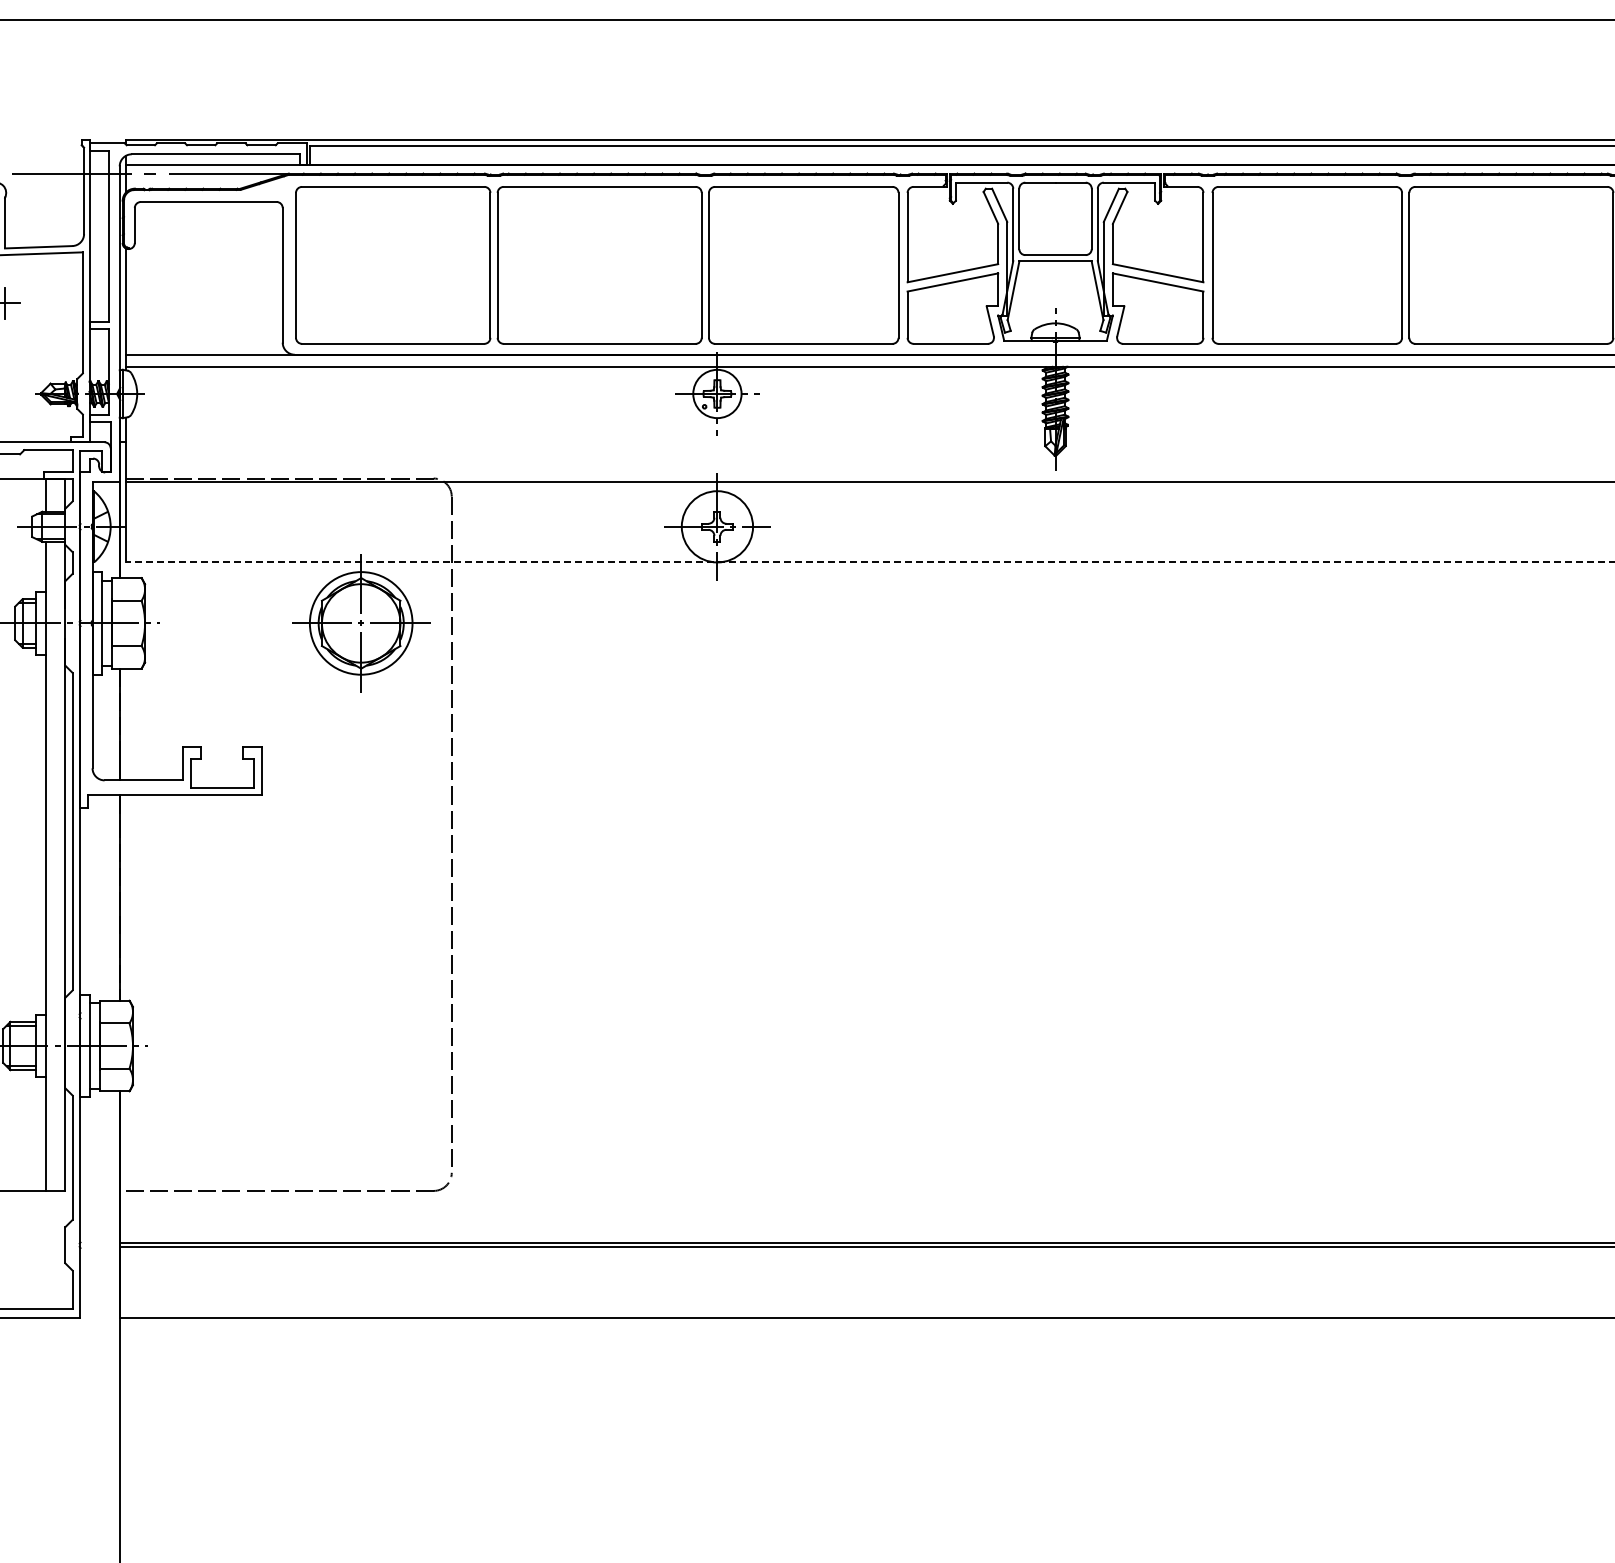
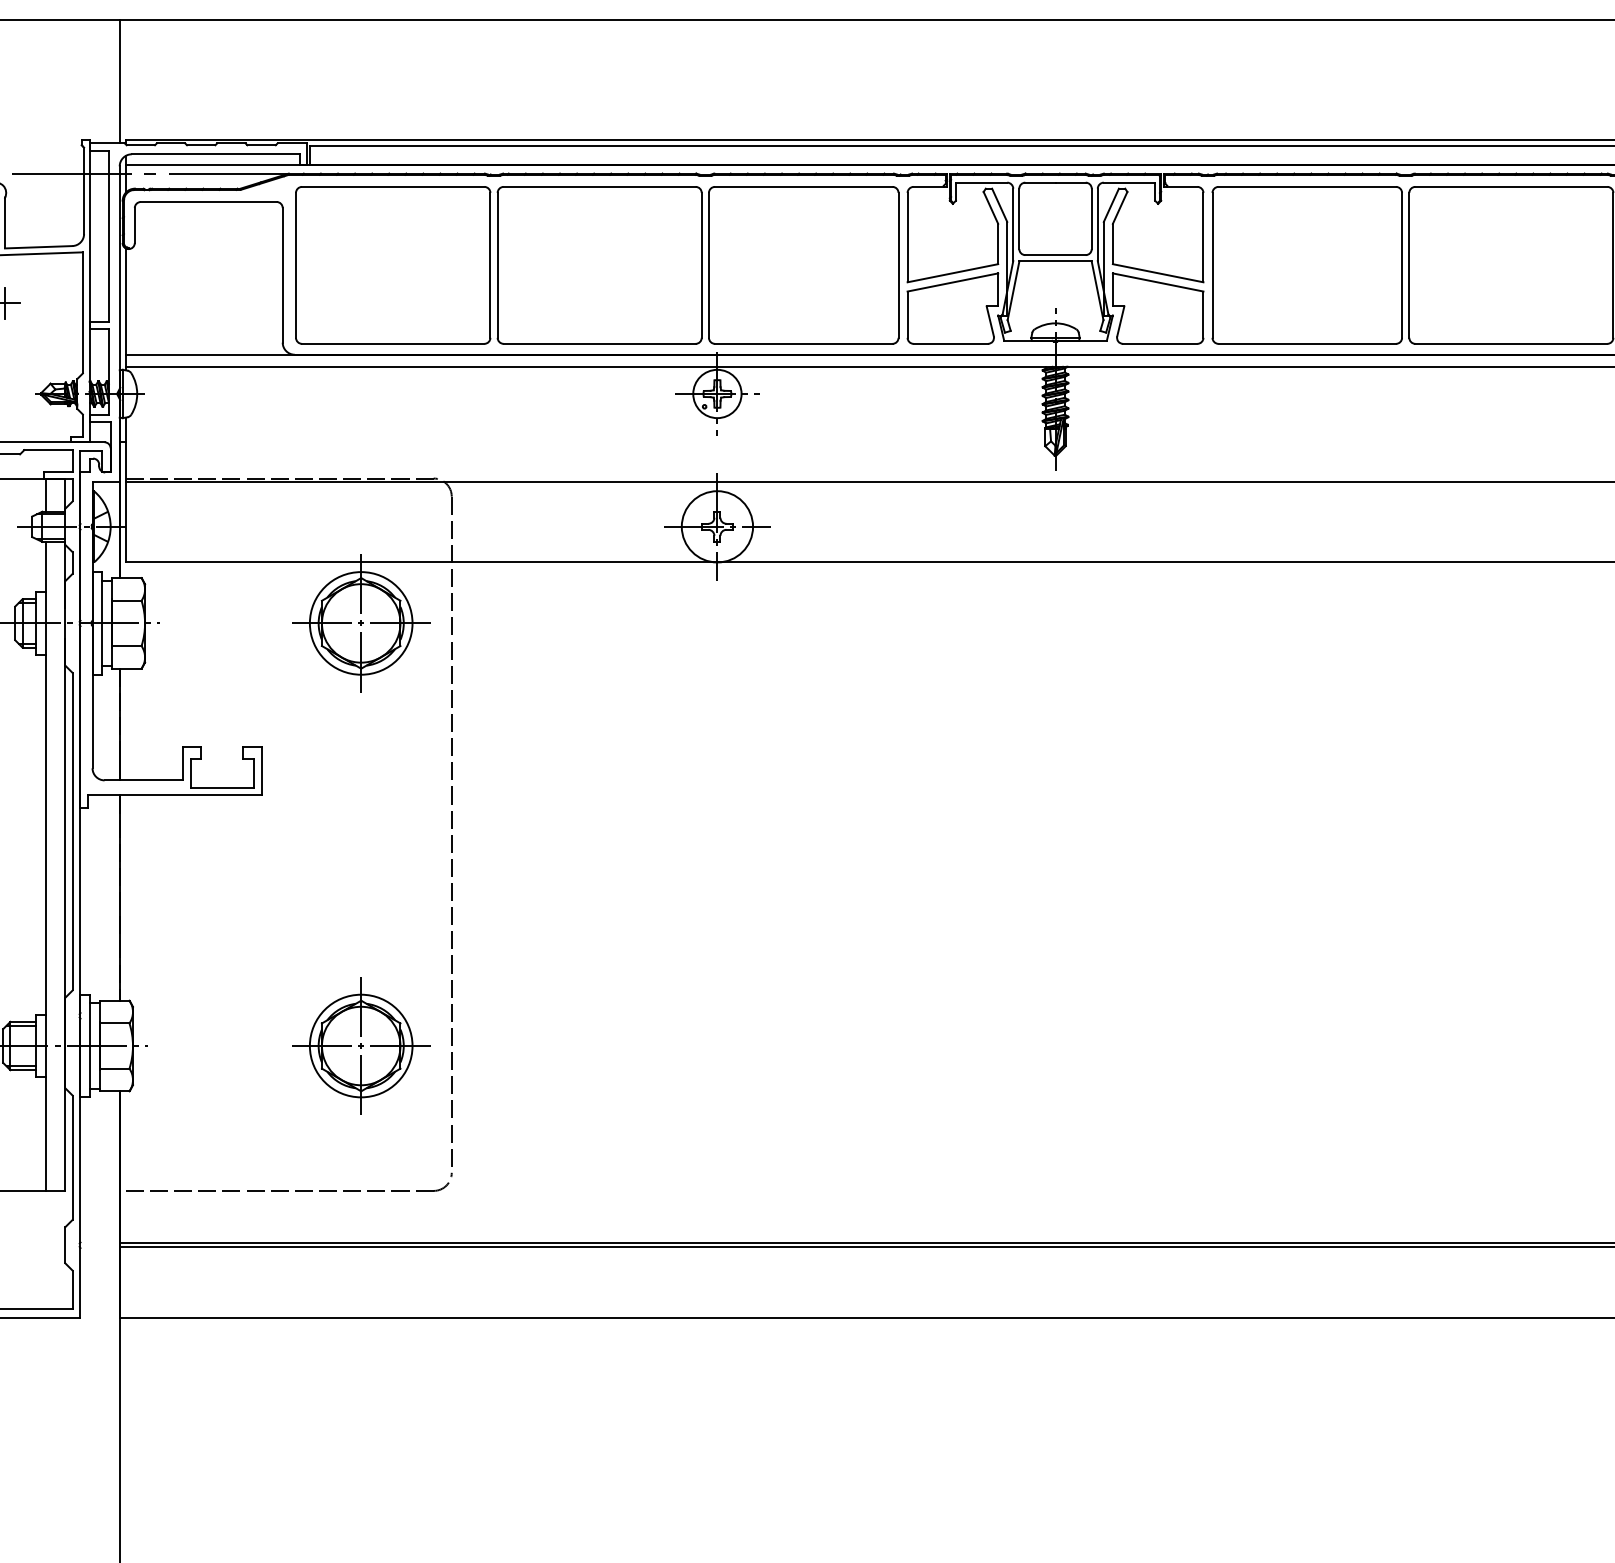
line at (119, 81): none -> present
line at (869, 562): dashed -> solid
part at (361, 1045): none -> present
